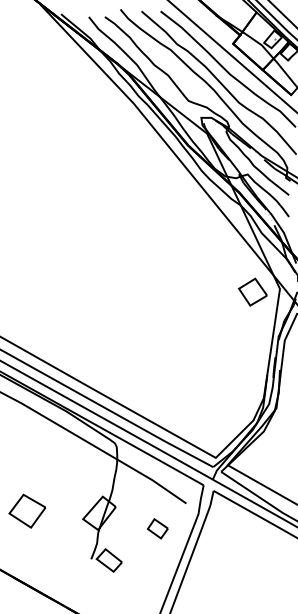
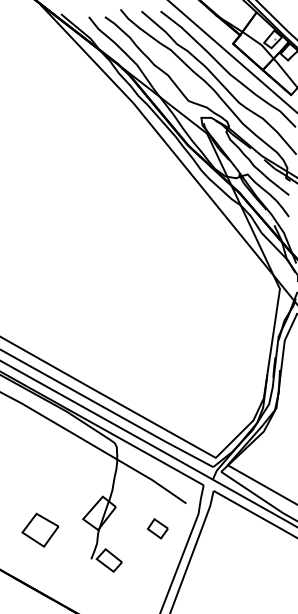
line at (282, 13): present -> none
part at (252, 291): present -> none
part at (27, 510) position: (27, 510) -> (40, 529)
